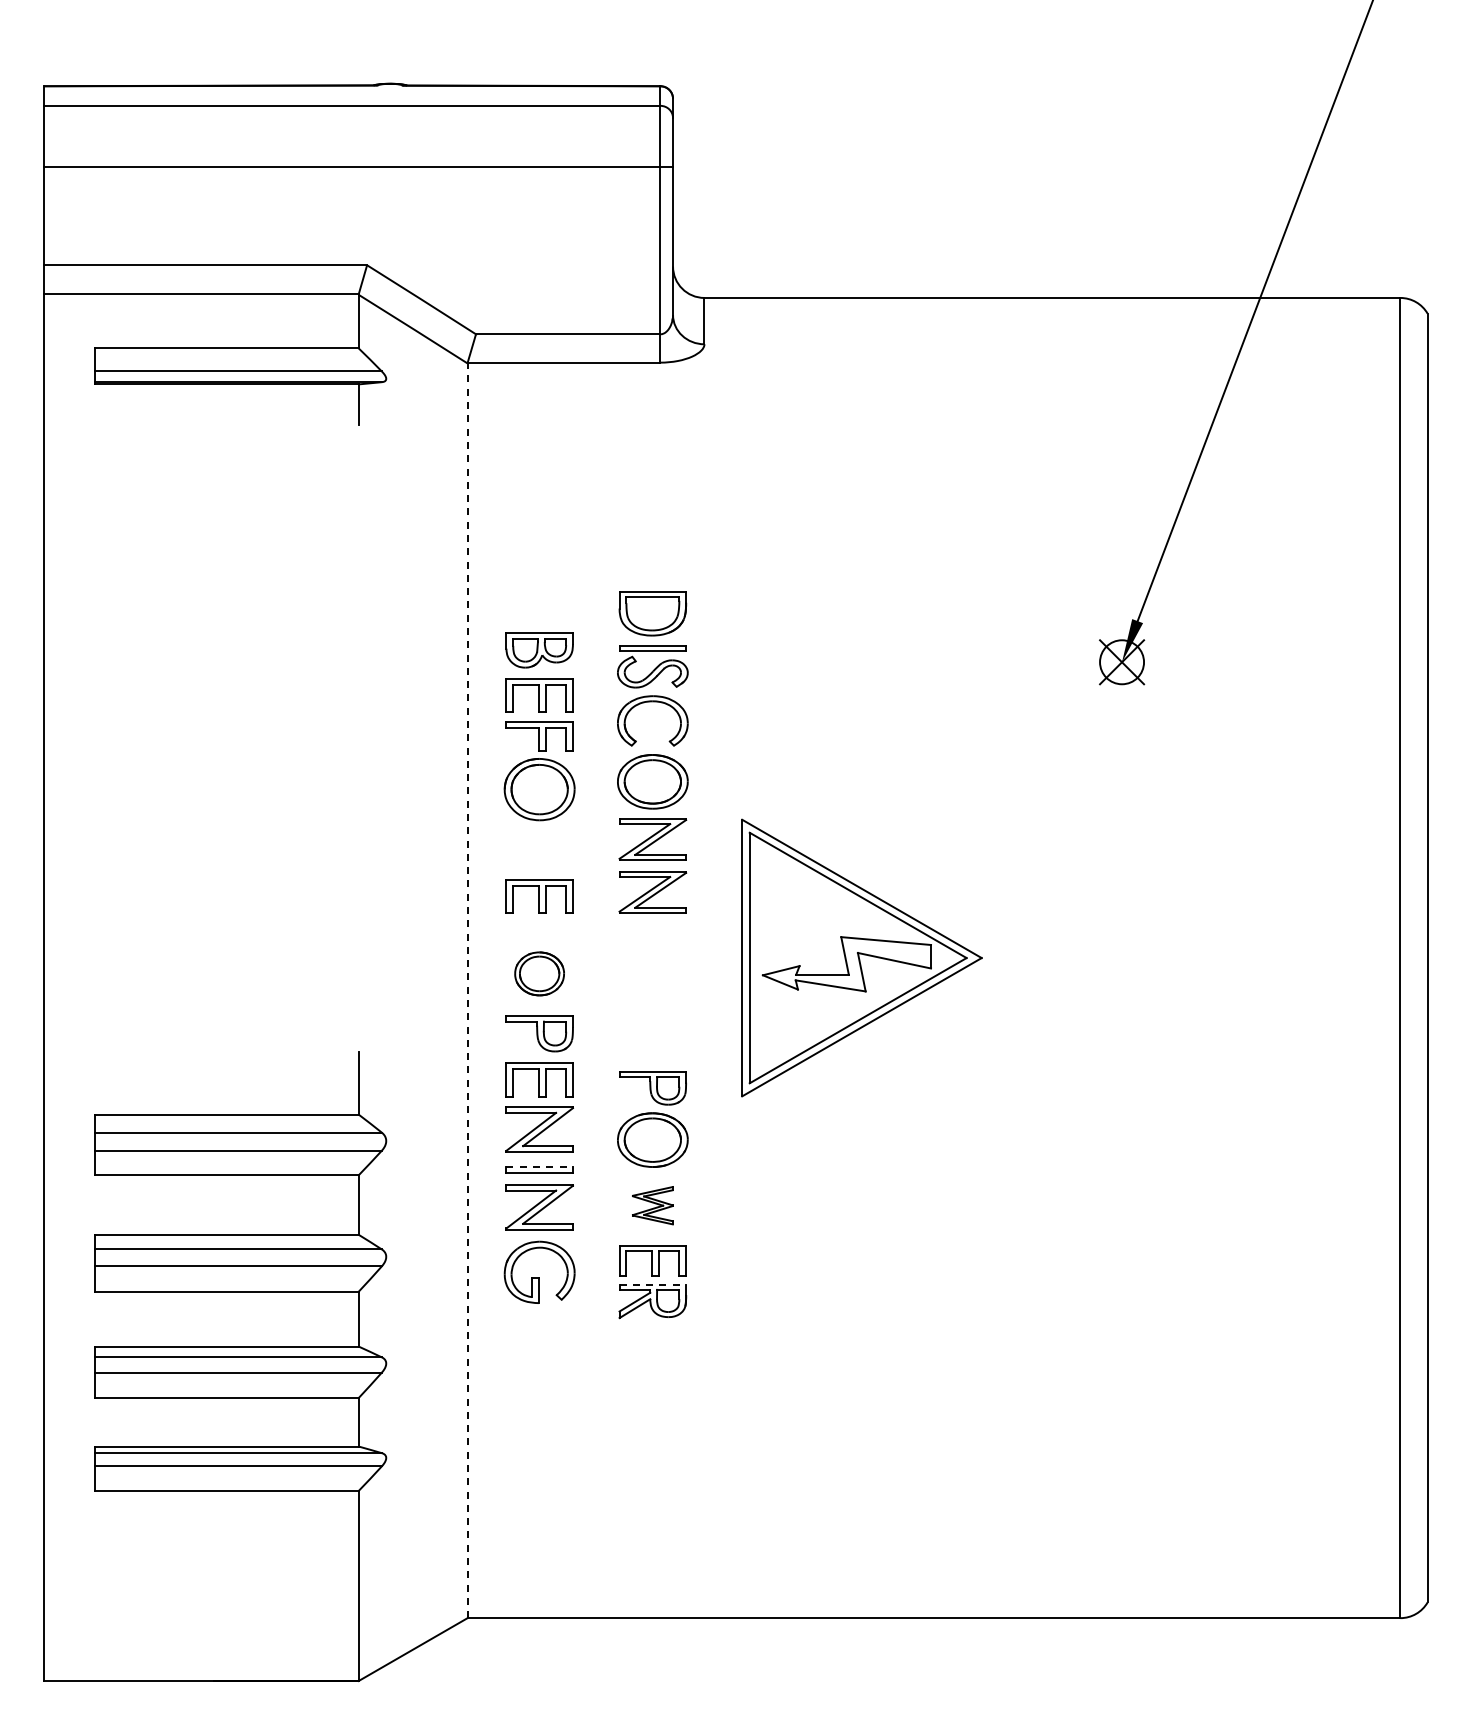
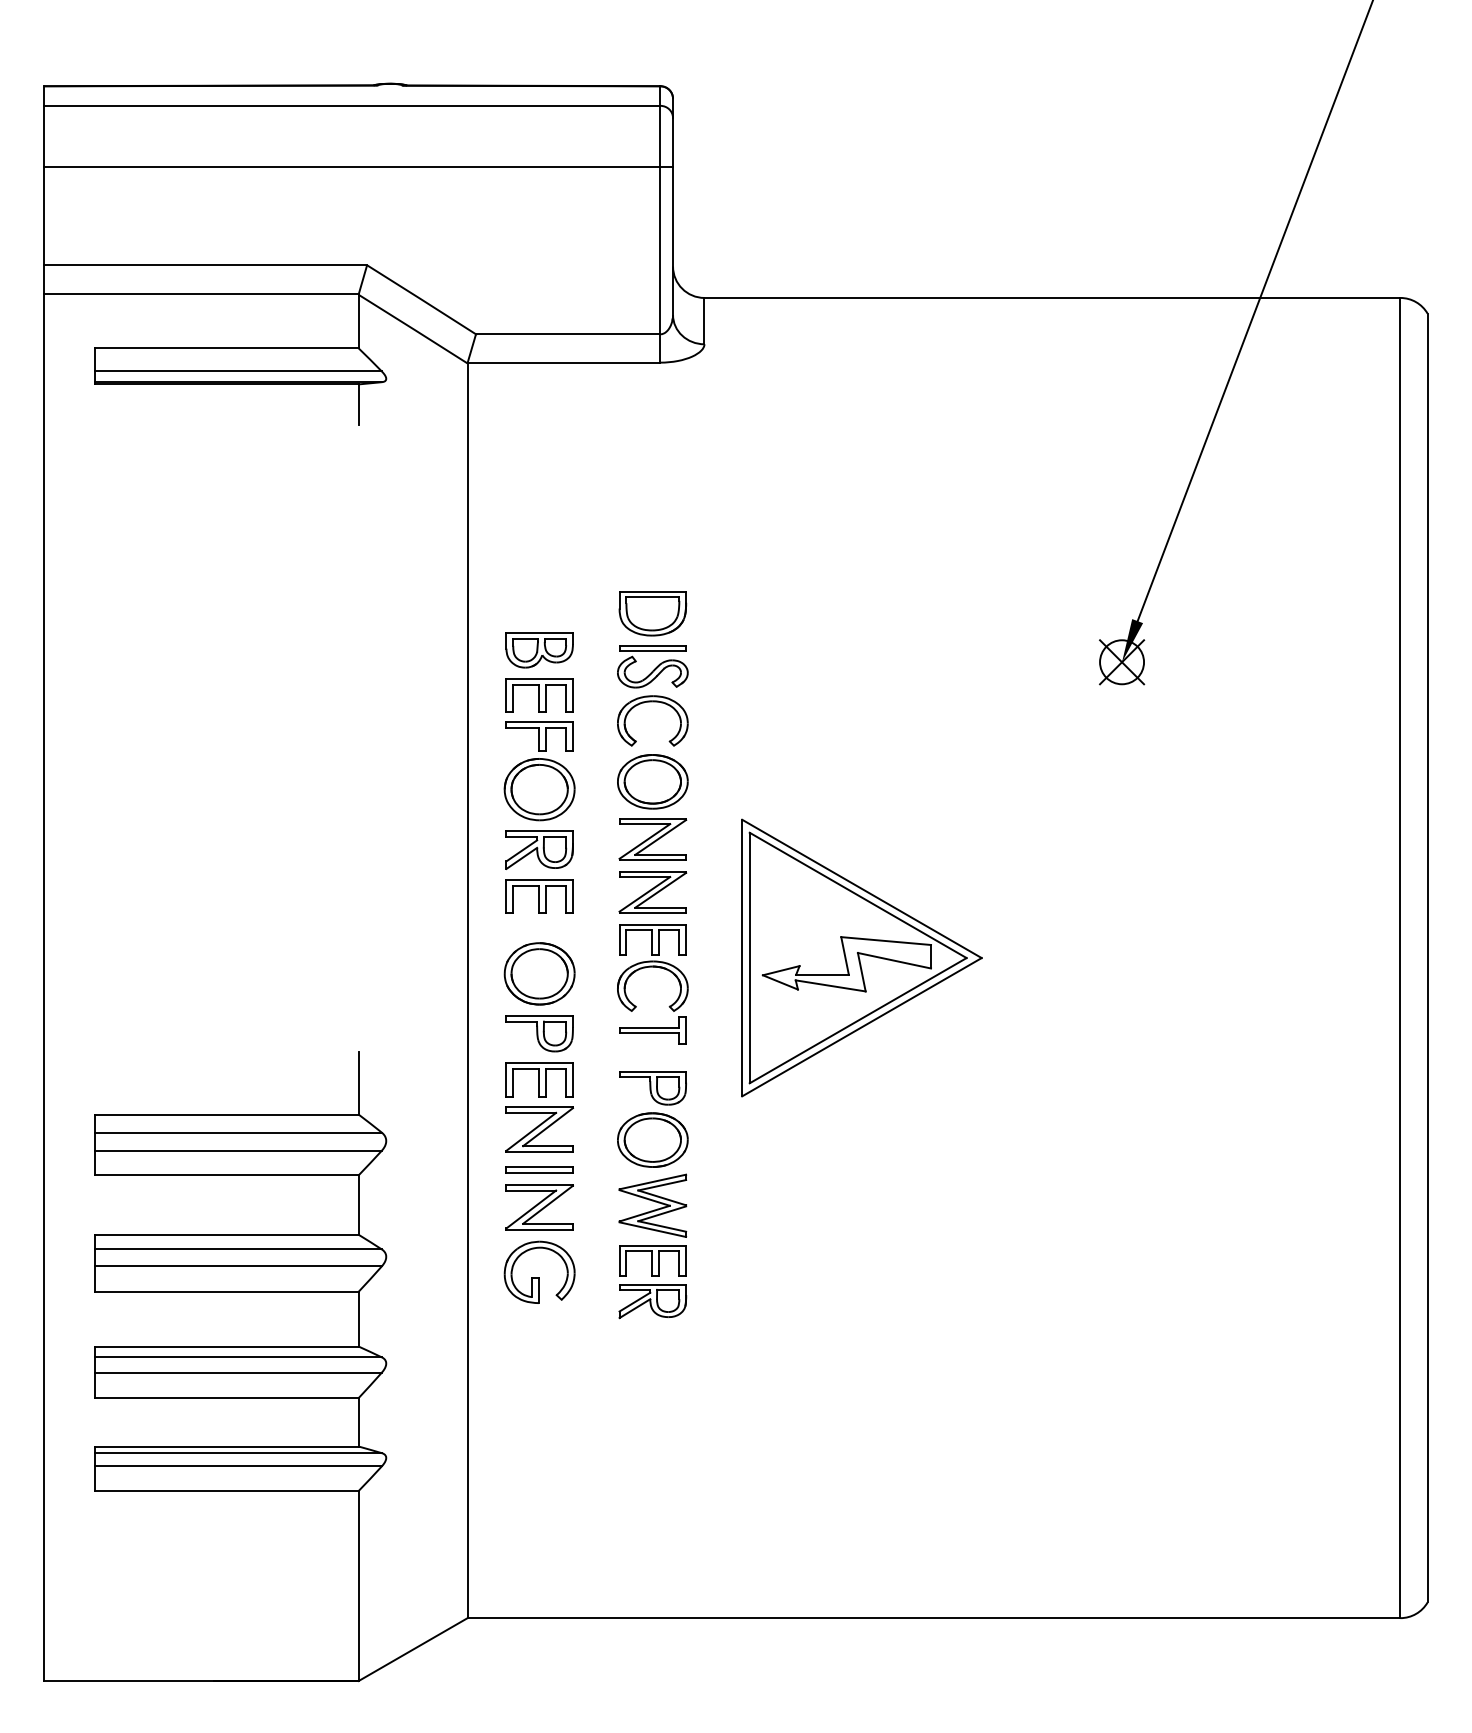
part at (539, 849): none -> present
part at (652, 967): none -> present
part at (539, 973) size: 51x46 px -> 73x64 px
line at (467, 990): dashed -> solid
line at (540, 1166): dashed -> solid
part at (652, 1205) size: 42x40 px -> 70x65 px
line at (653, 1284): dashed -> solid
